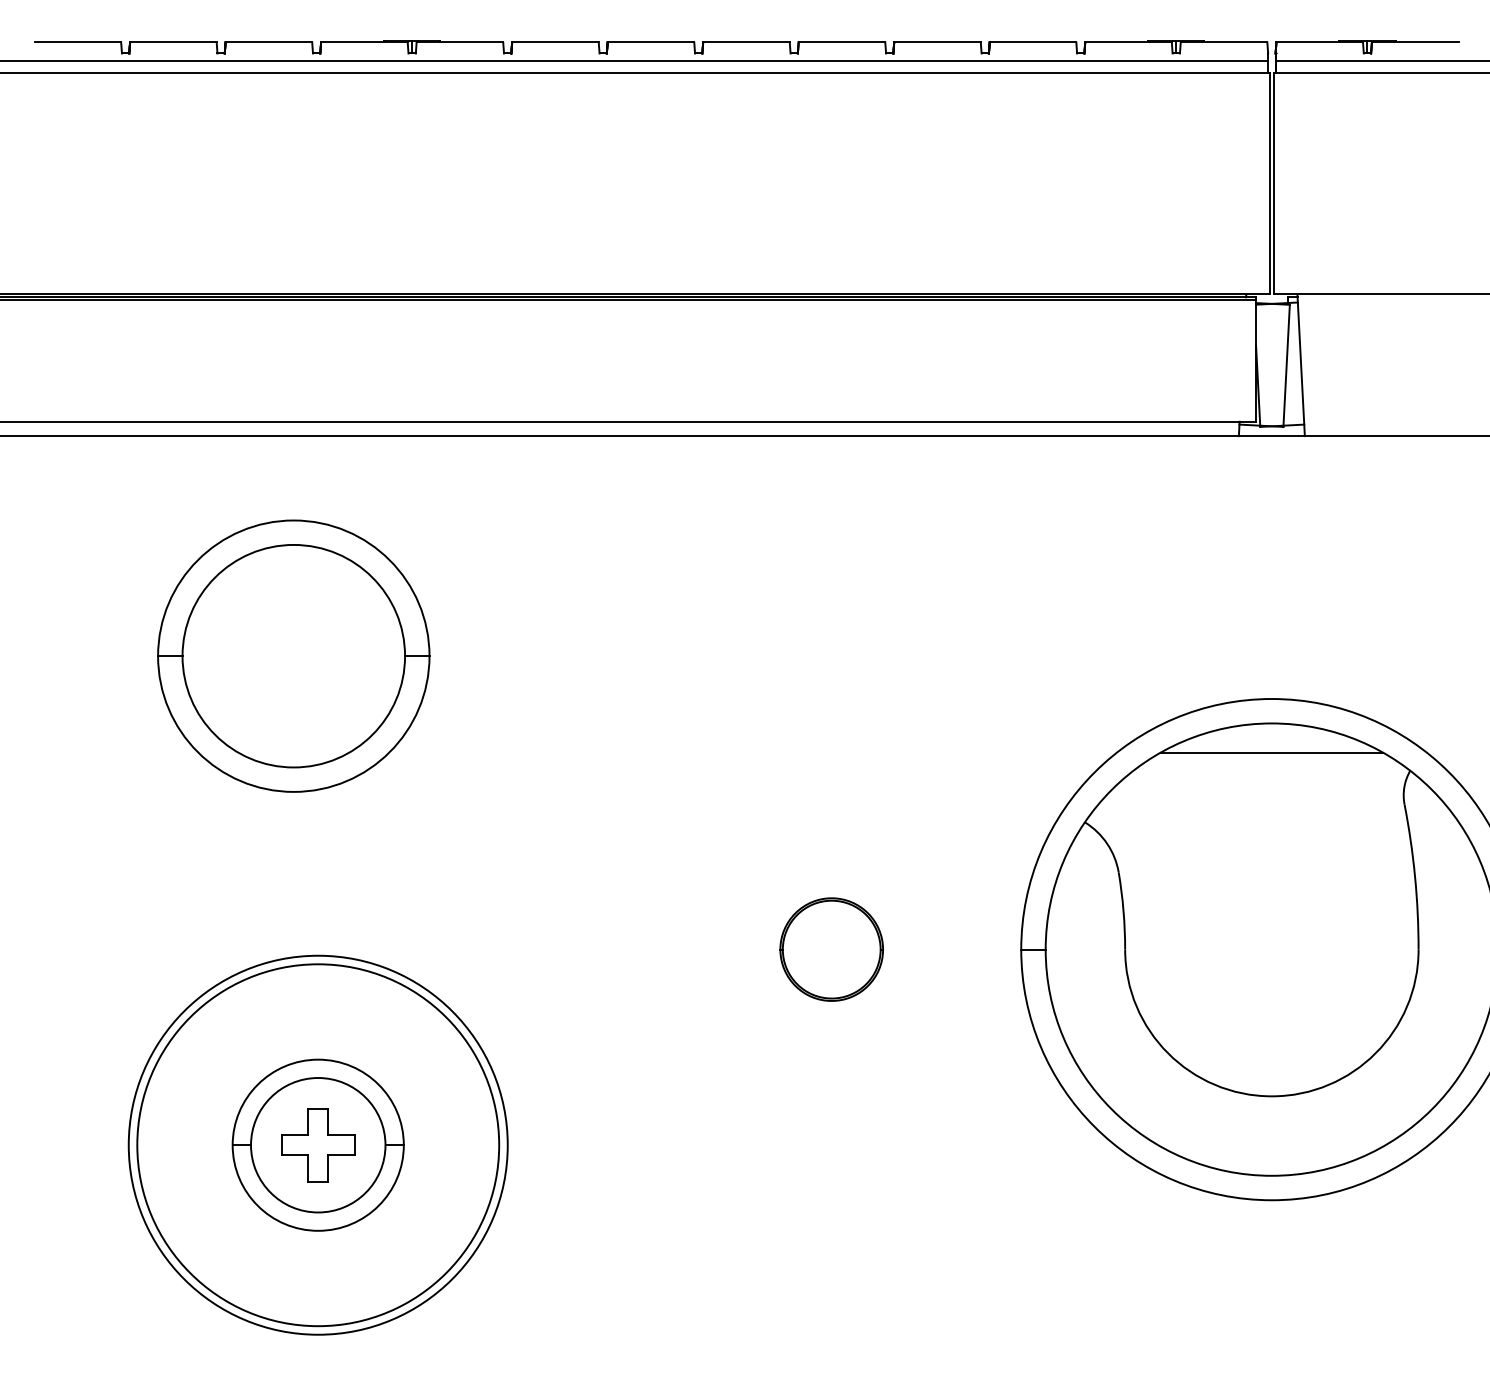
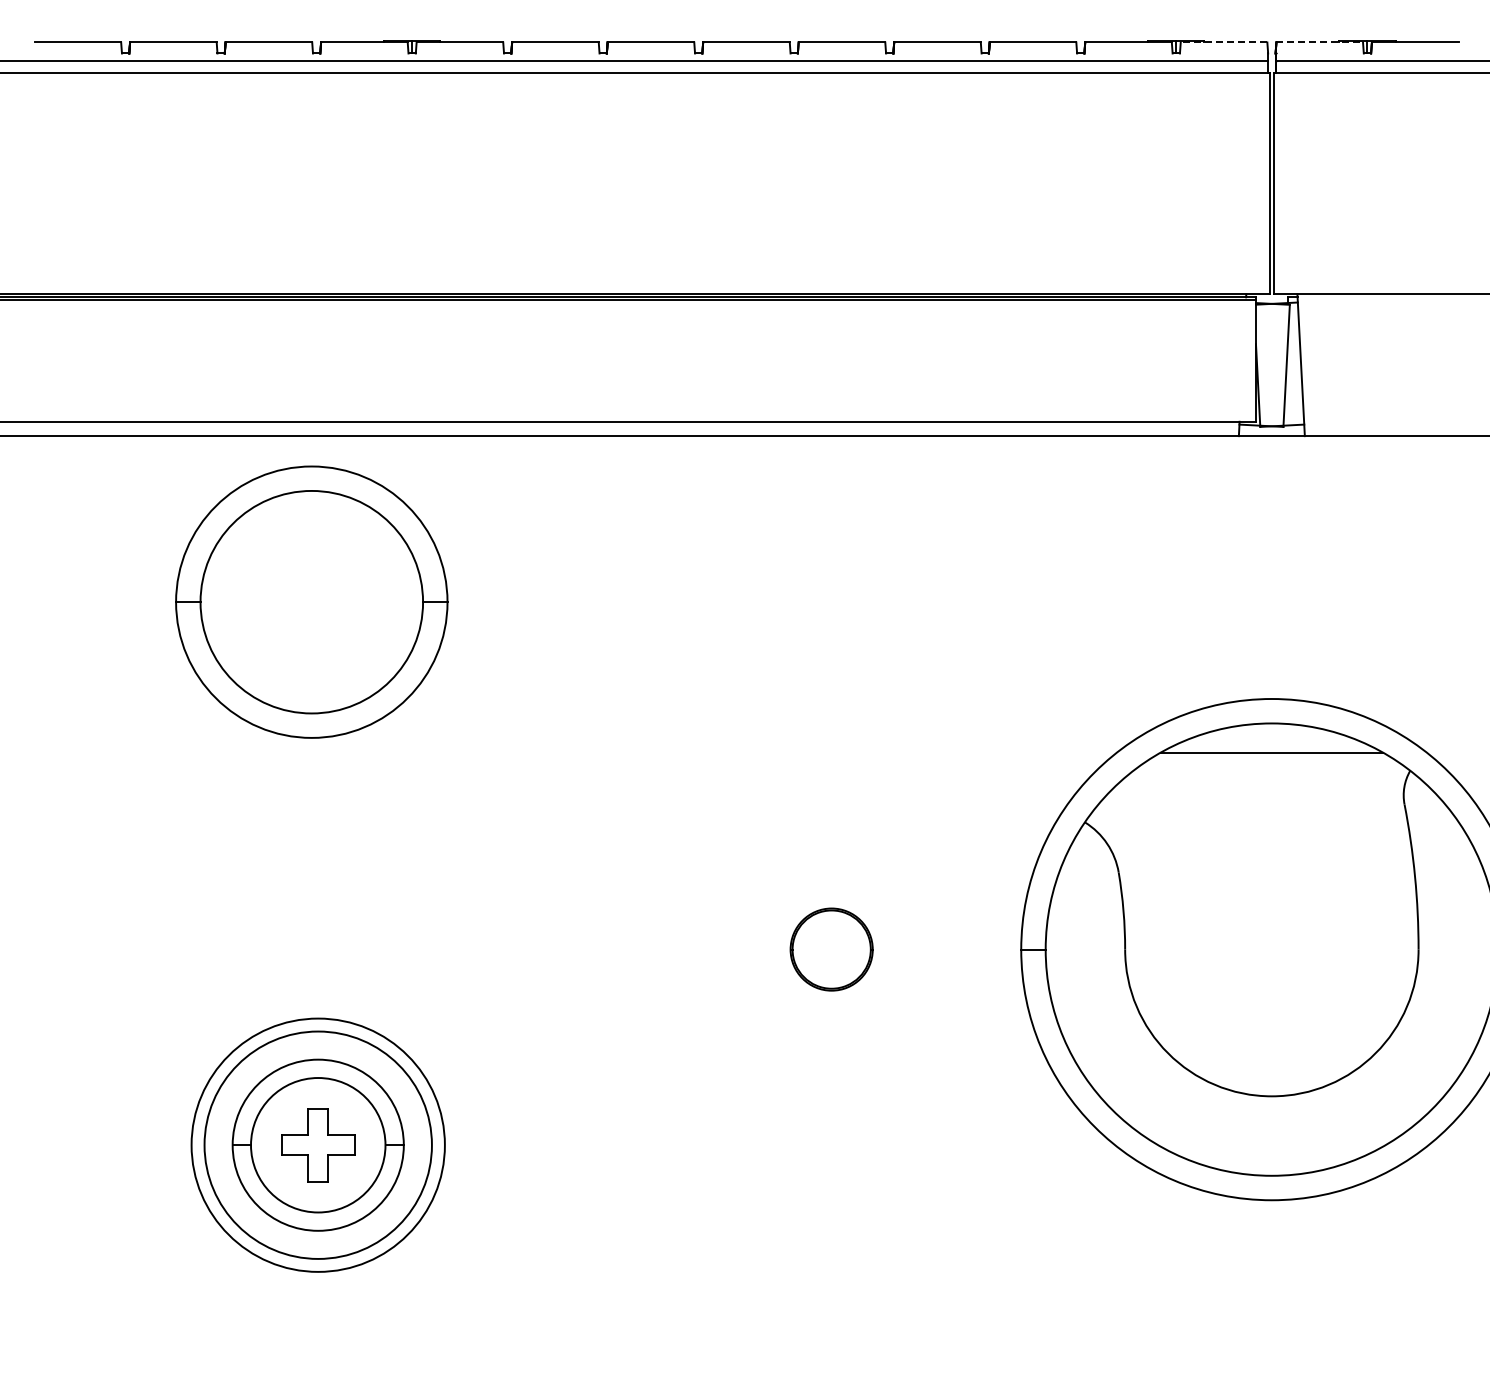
line at (1223, 42): solid -> dashed
line at (1320, 42): solid -> dashed
part at (293, 655) position: (293, 655) -> (311, 601)
part at (831, 949) size: 105x105 px -> 85x85 px
circle at (317, 1144) diameter: 379 px -> 227 px
circle at (318, 1145) diameter: 362 px -> 253 px
